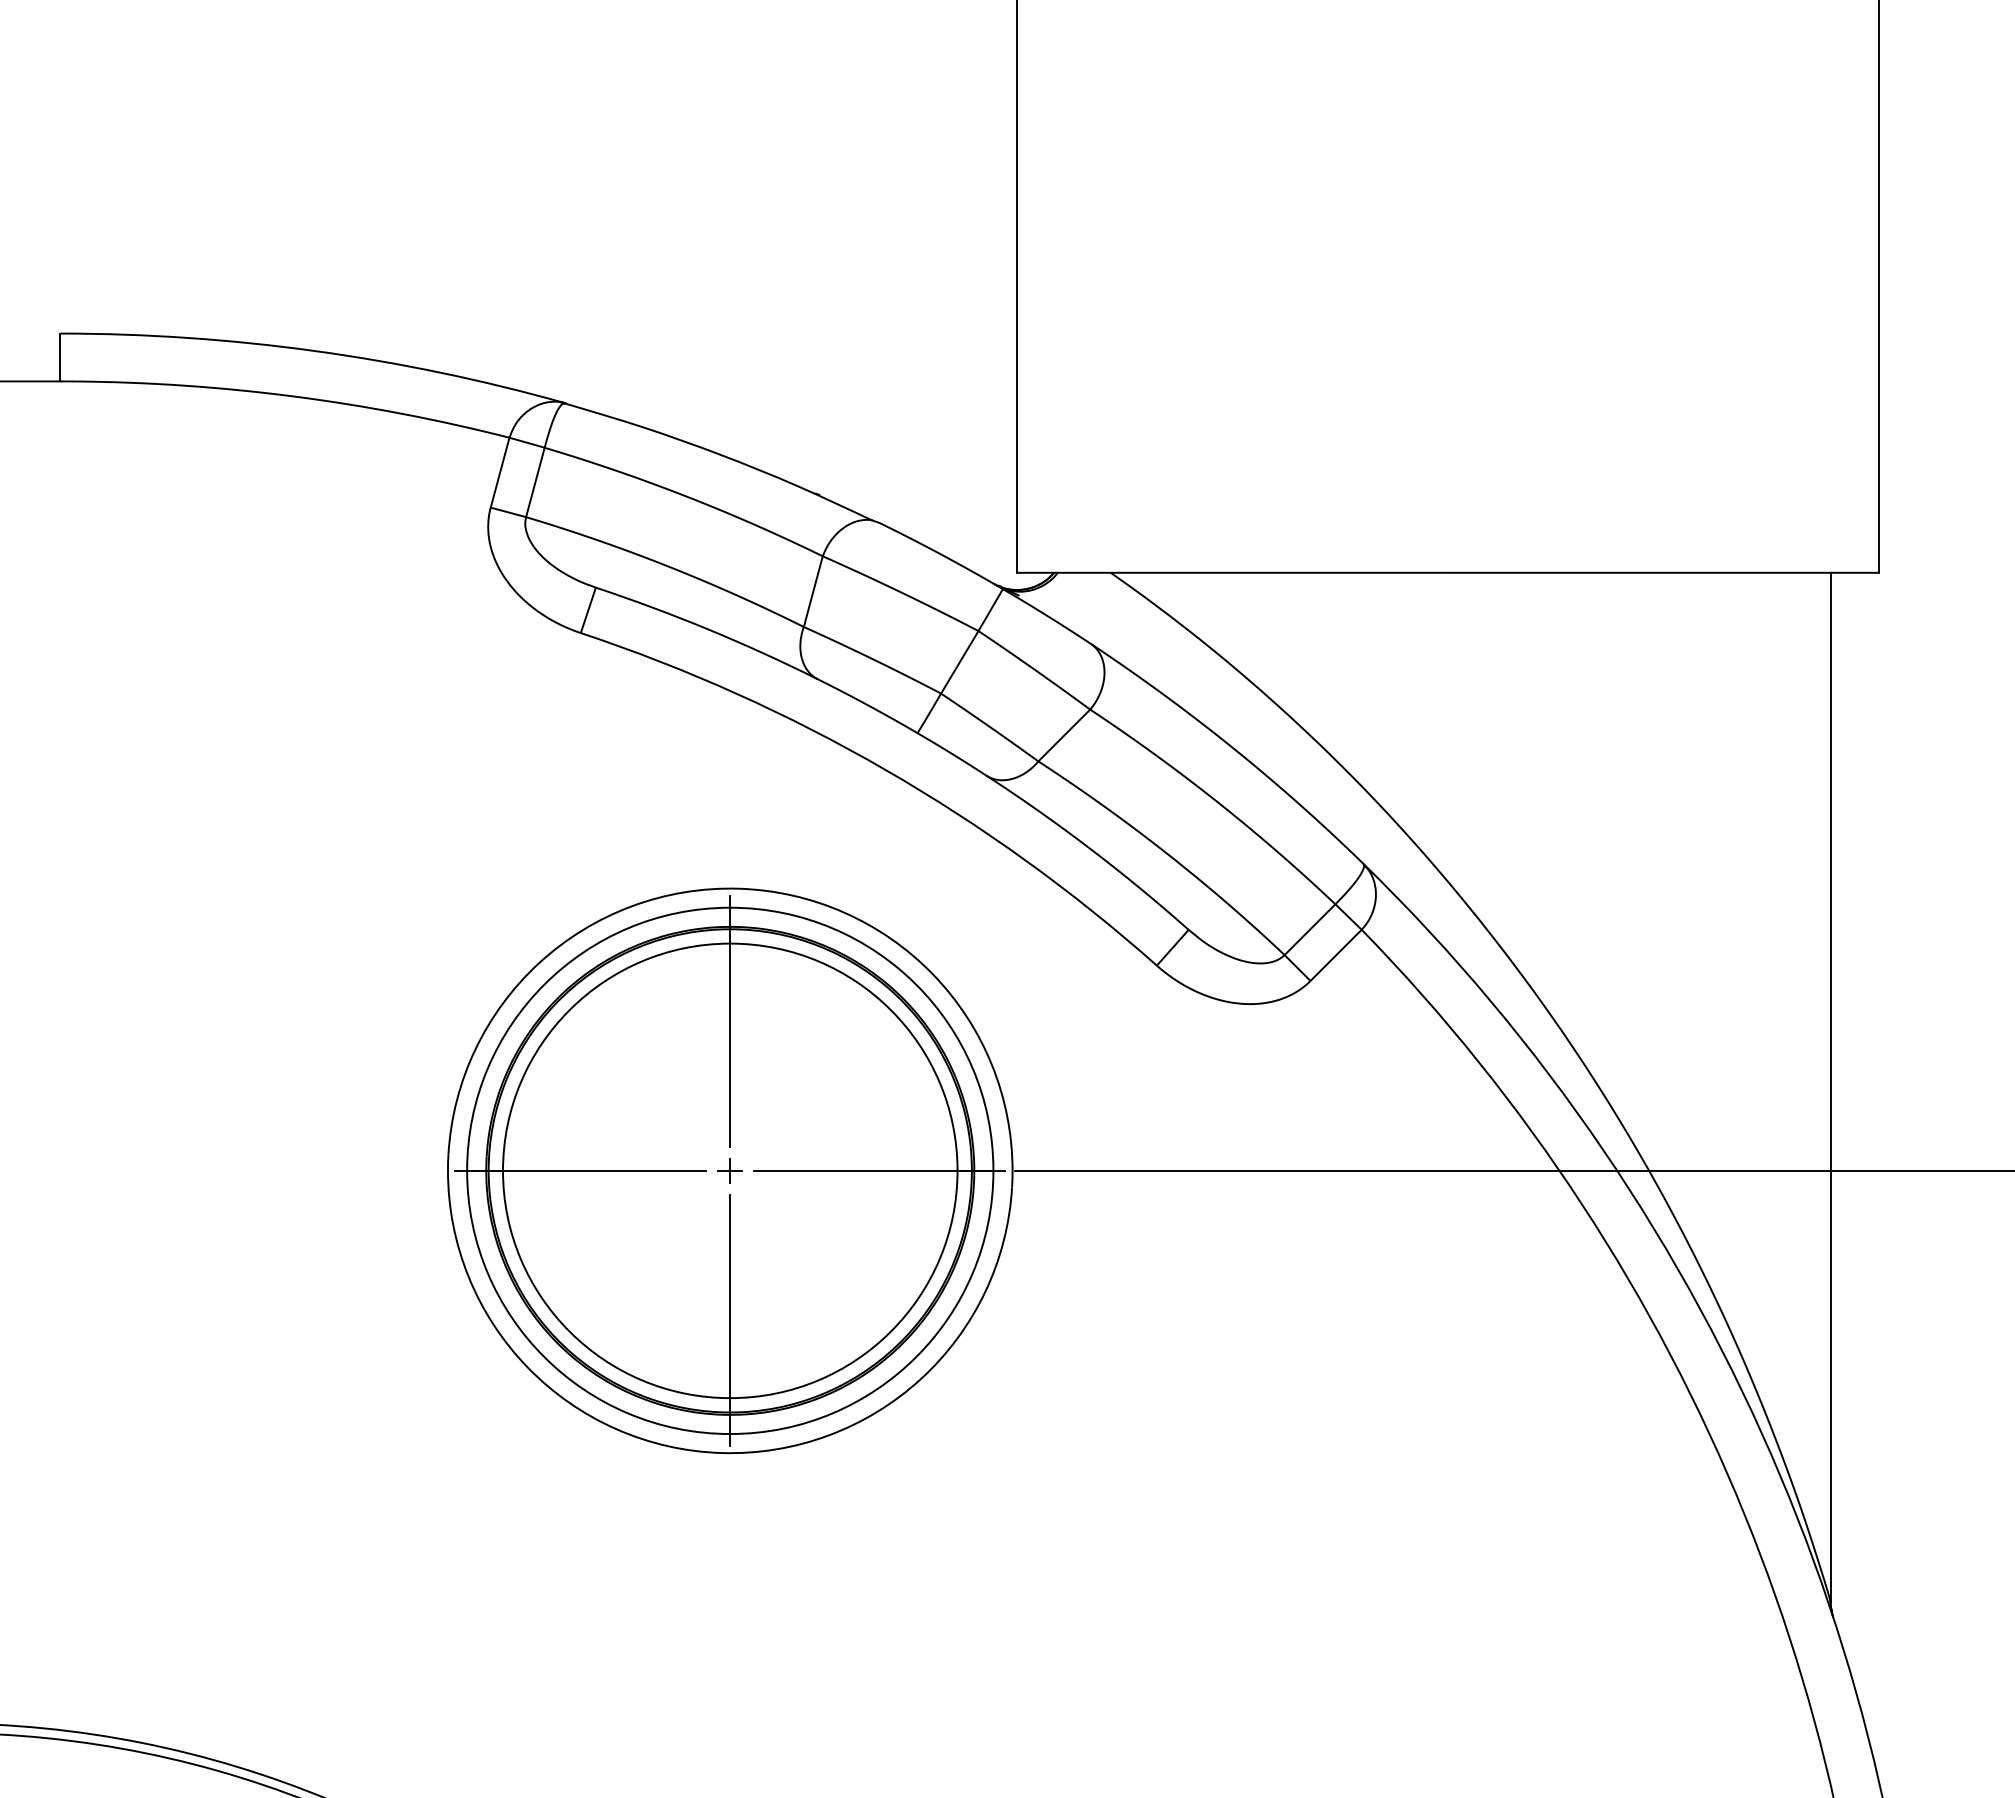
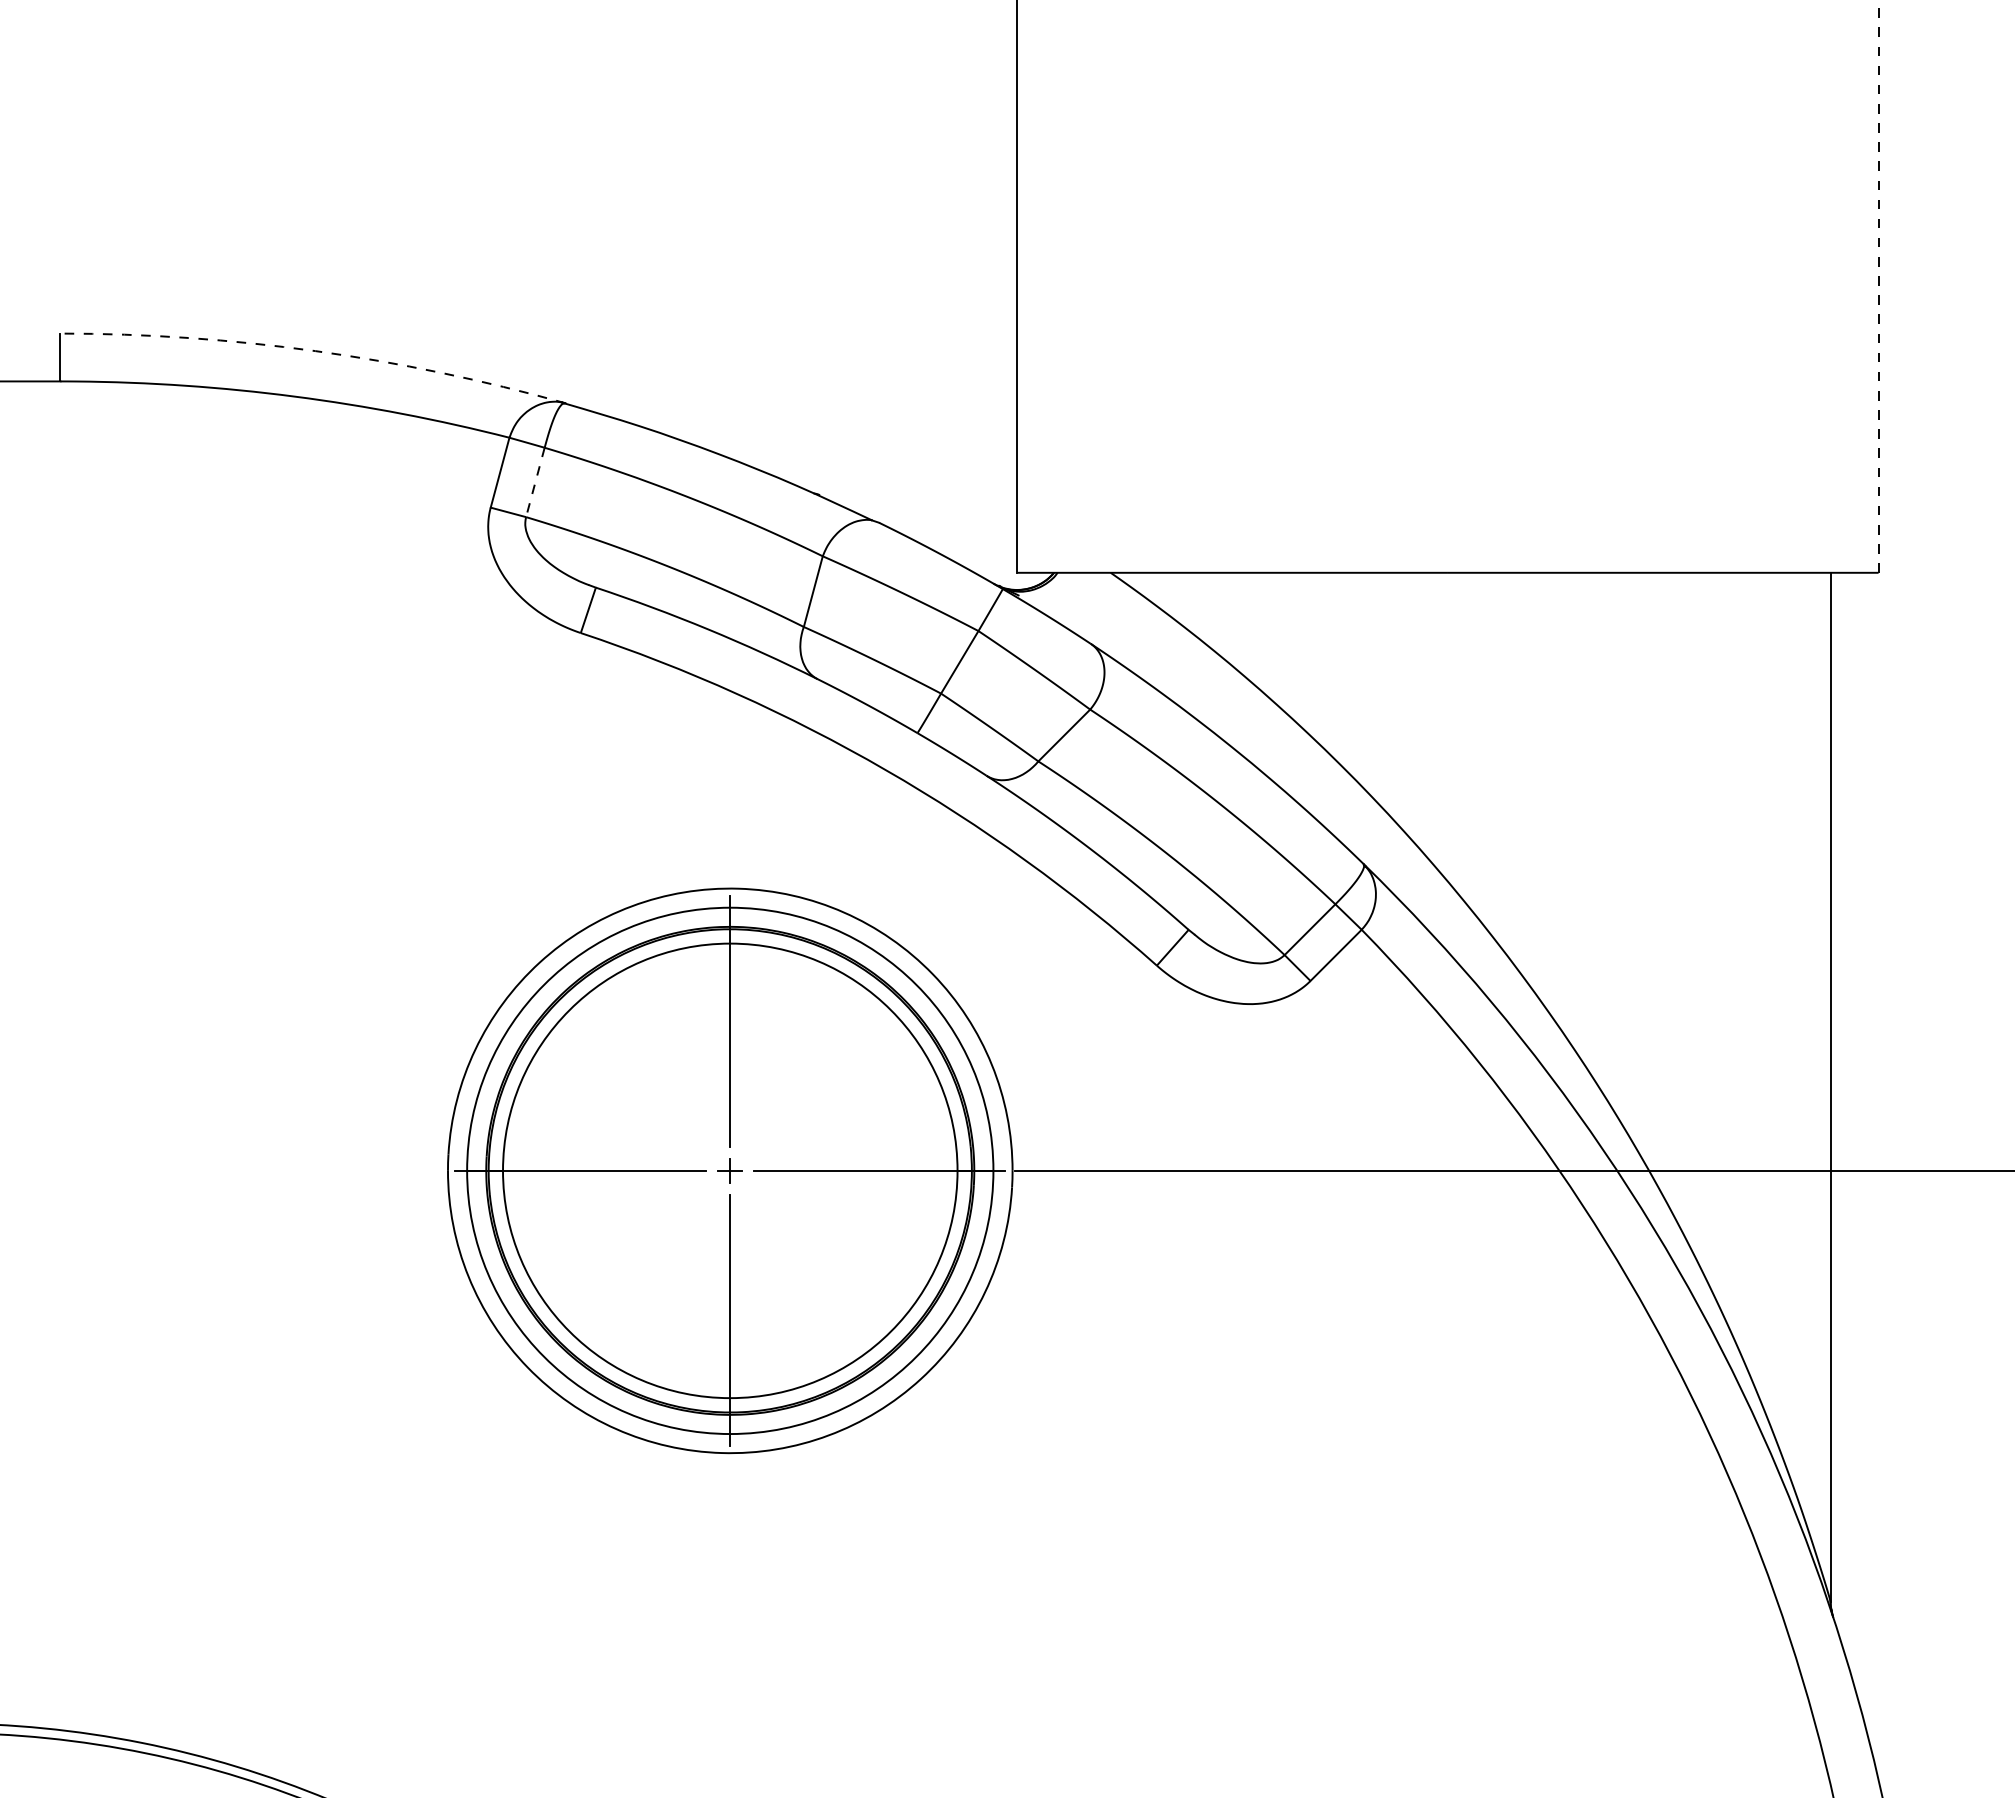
line at (1878, 286): solid -> dashed
arc at (315, 351): solid -> dashed
line at (535, 482): solid -> dashed
